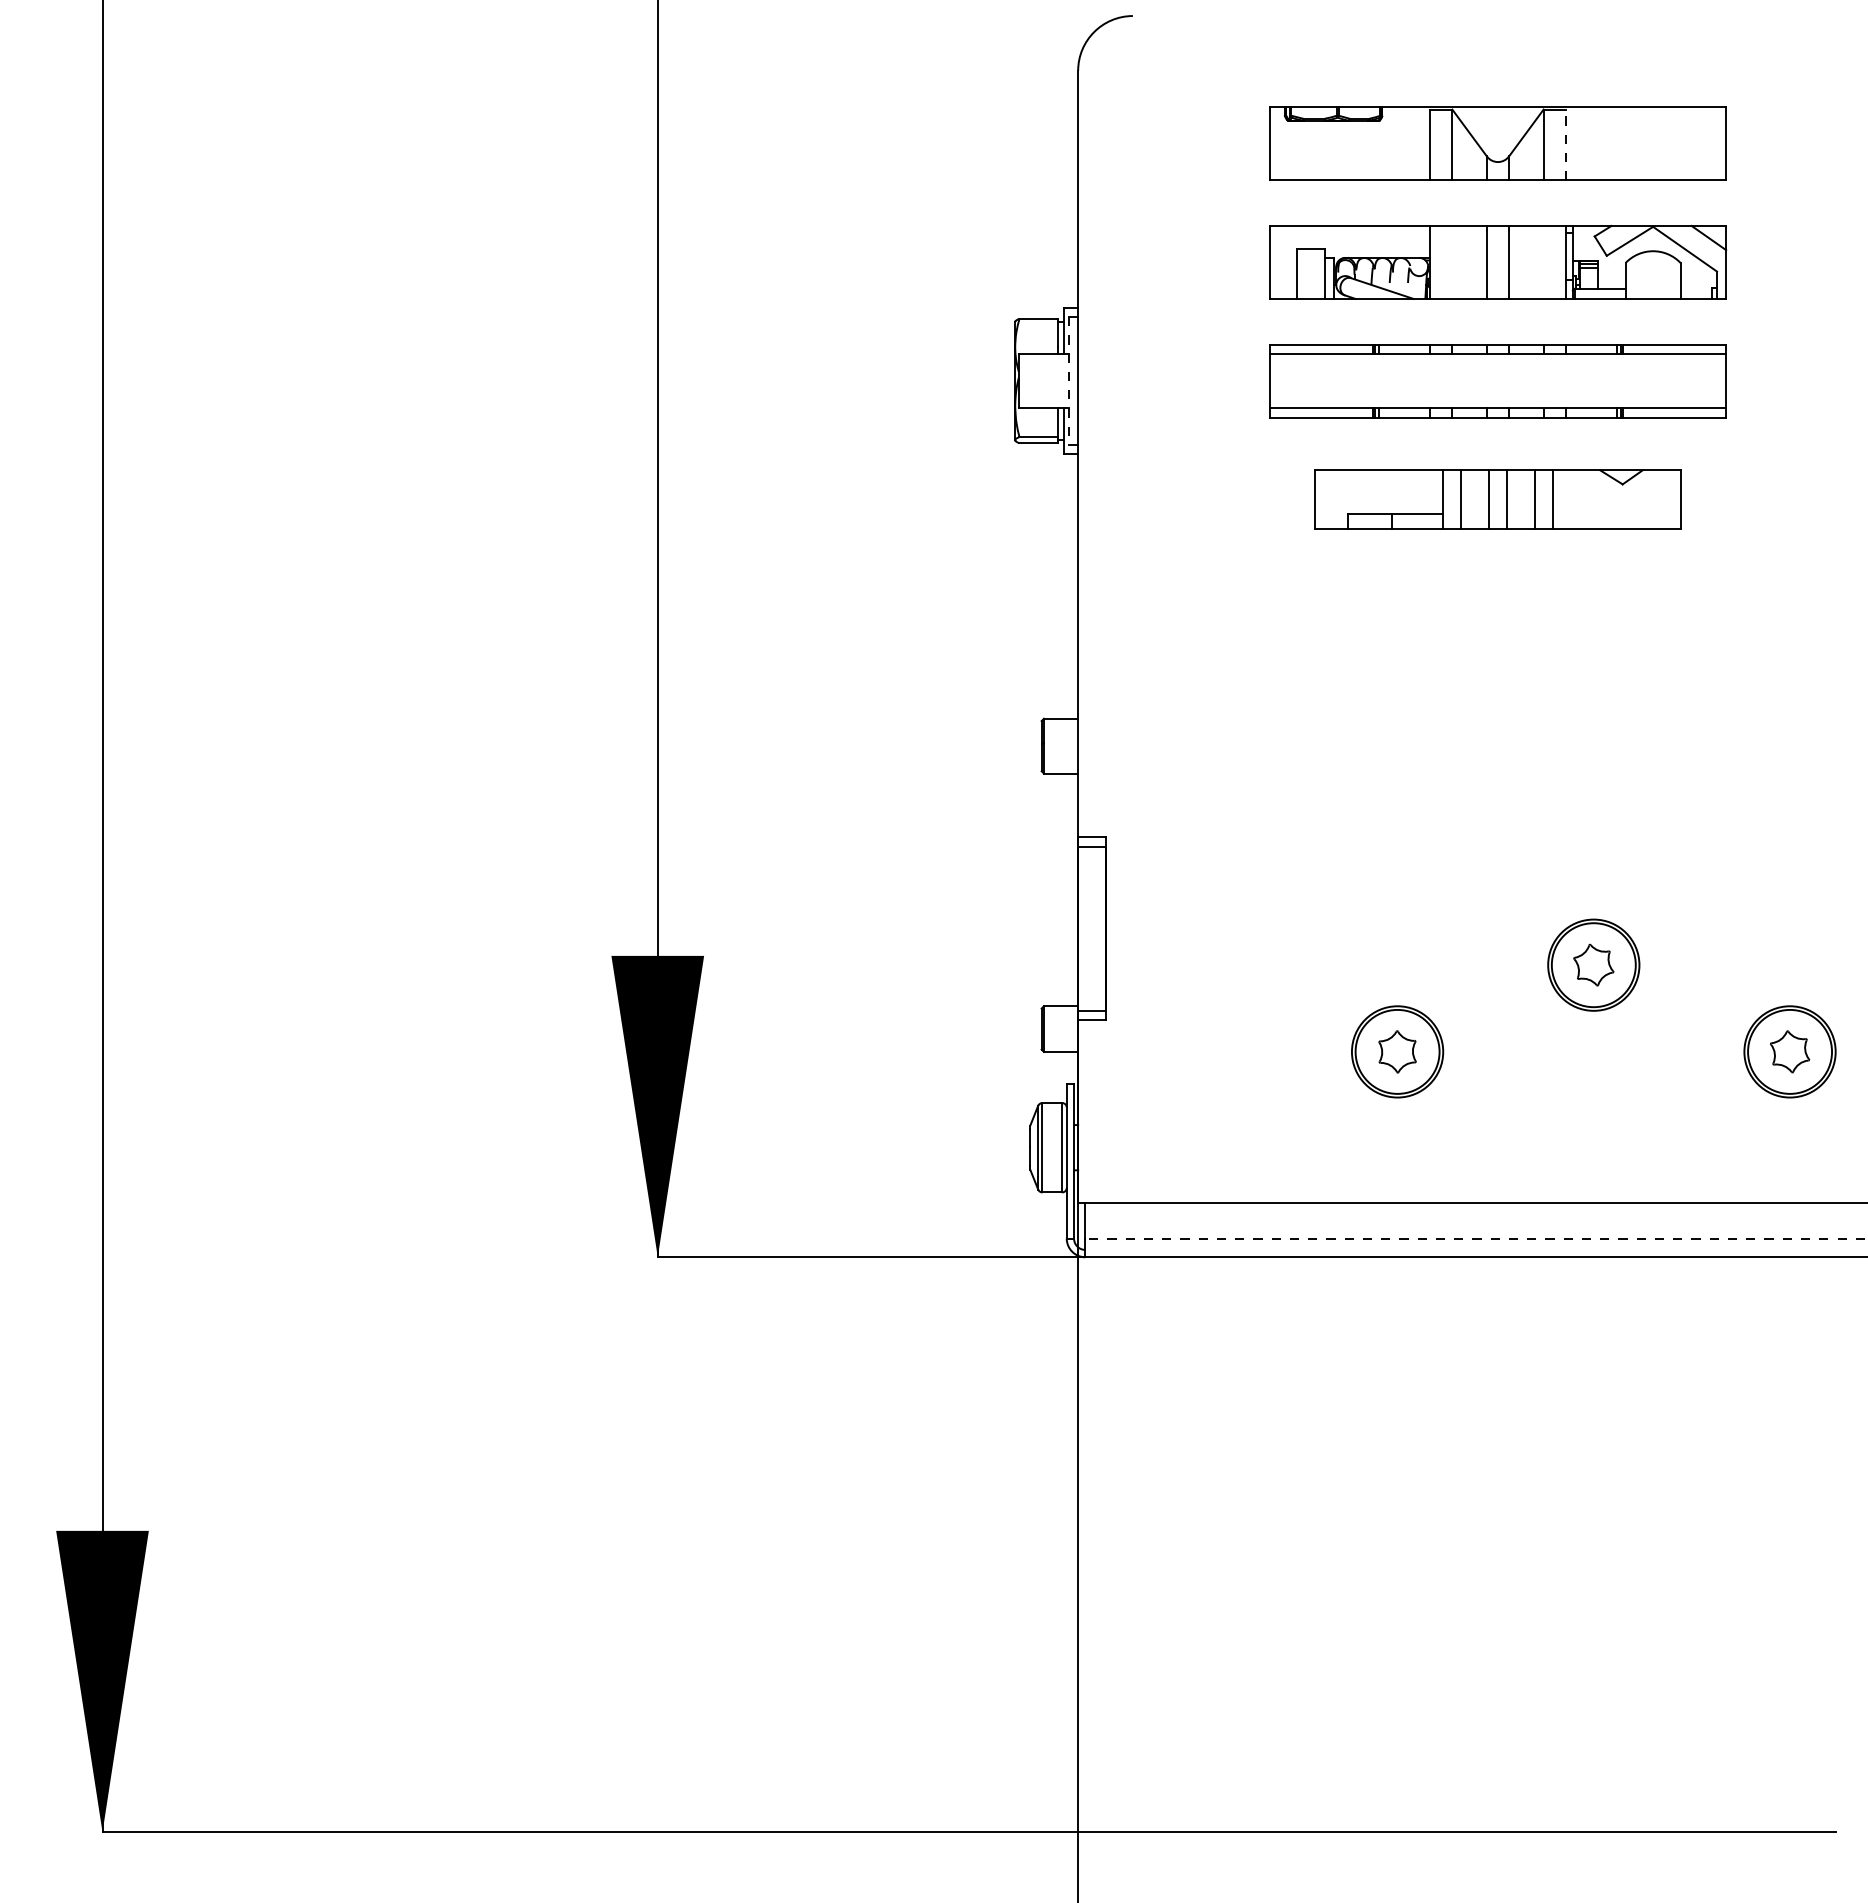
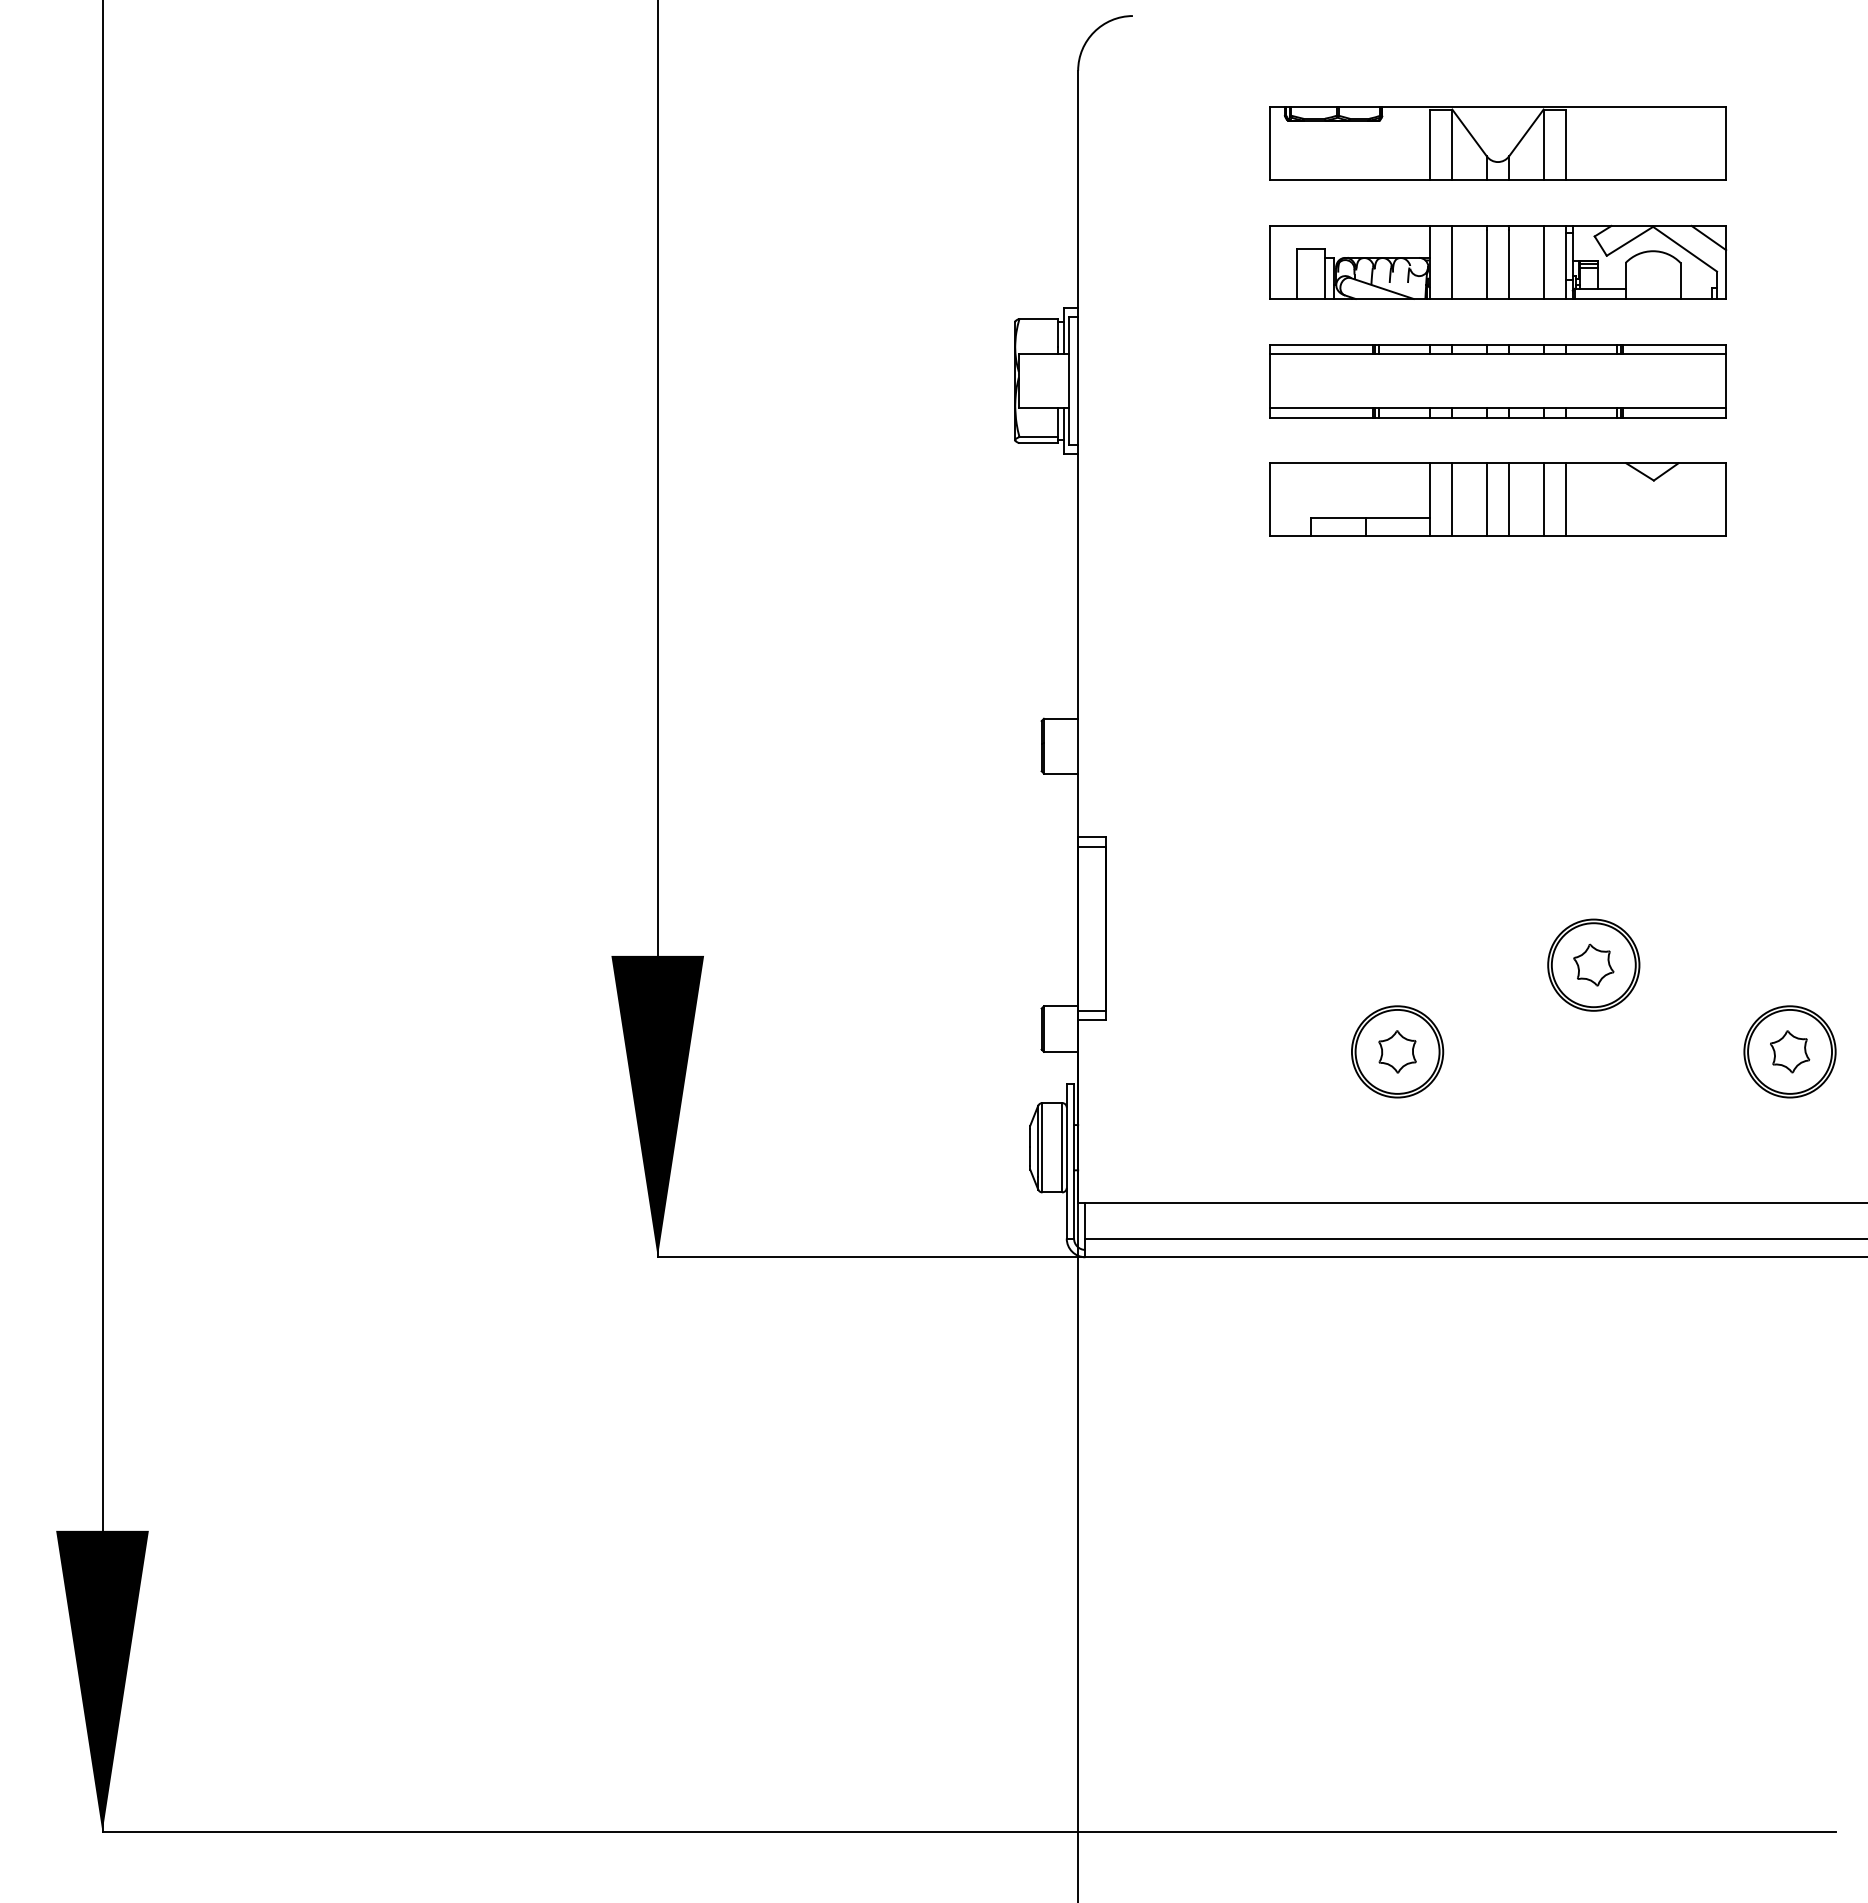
line at (1566, 144): dashed -> solid
line at (1452, 261): none -> present
line at (1543, 261): none -> present
line at (1069, 381): dashed -> solid
part at (1497, 499) size: 368x61 px -> 458x75 px
line at (1475, 1238): dashed -> solid
